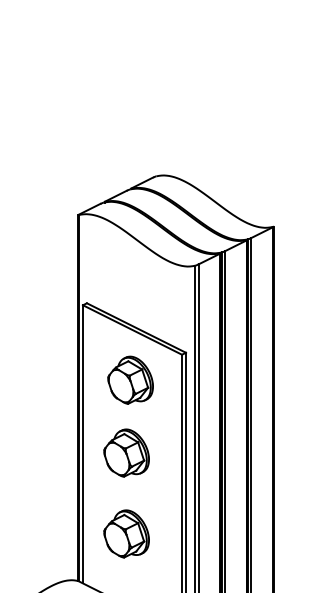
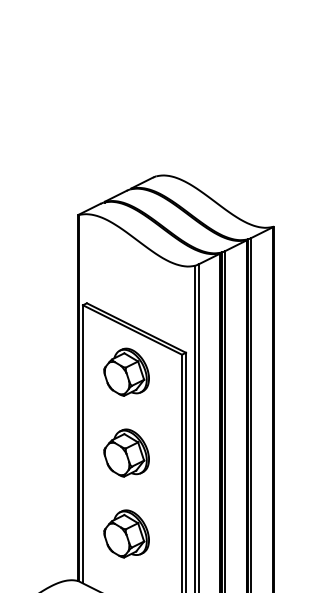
part at (130, 379) position: (130, 379) -> (126, 371)
